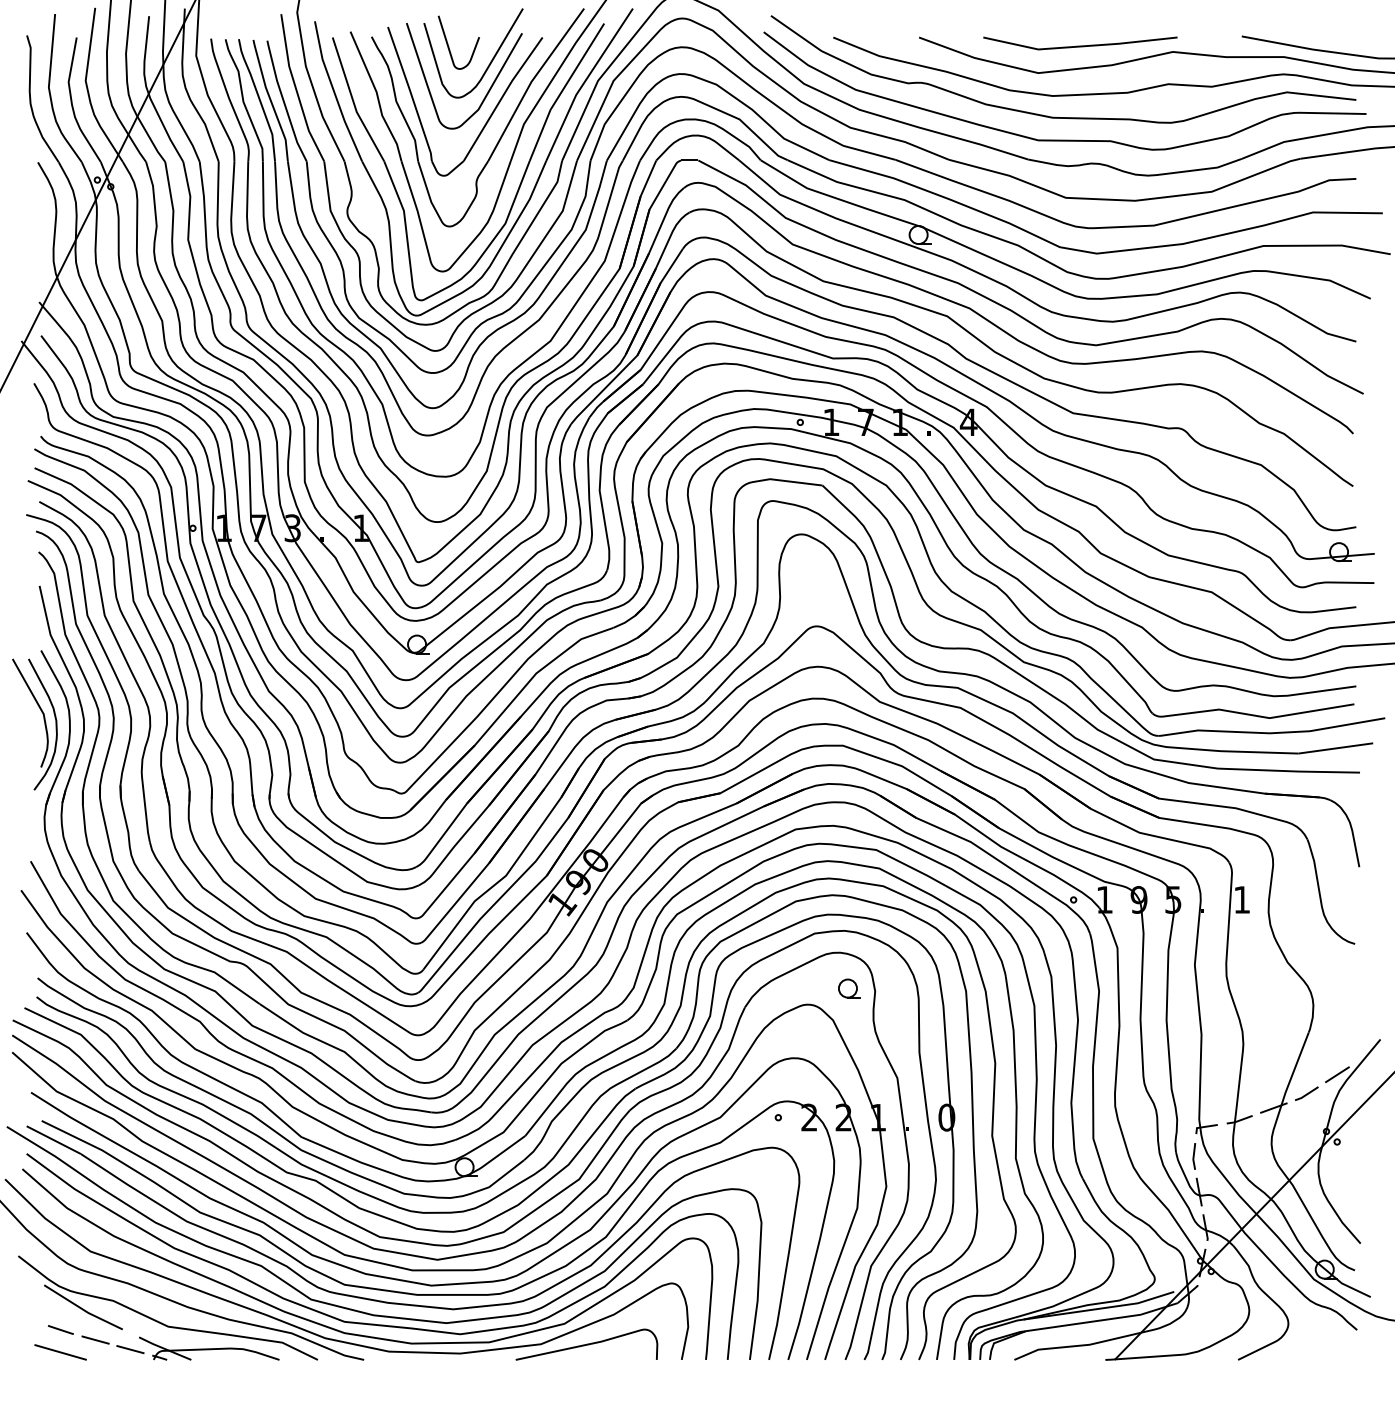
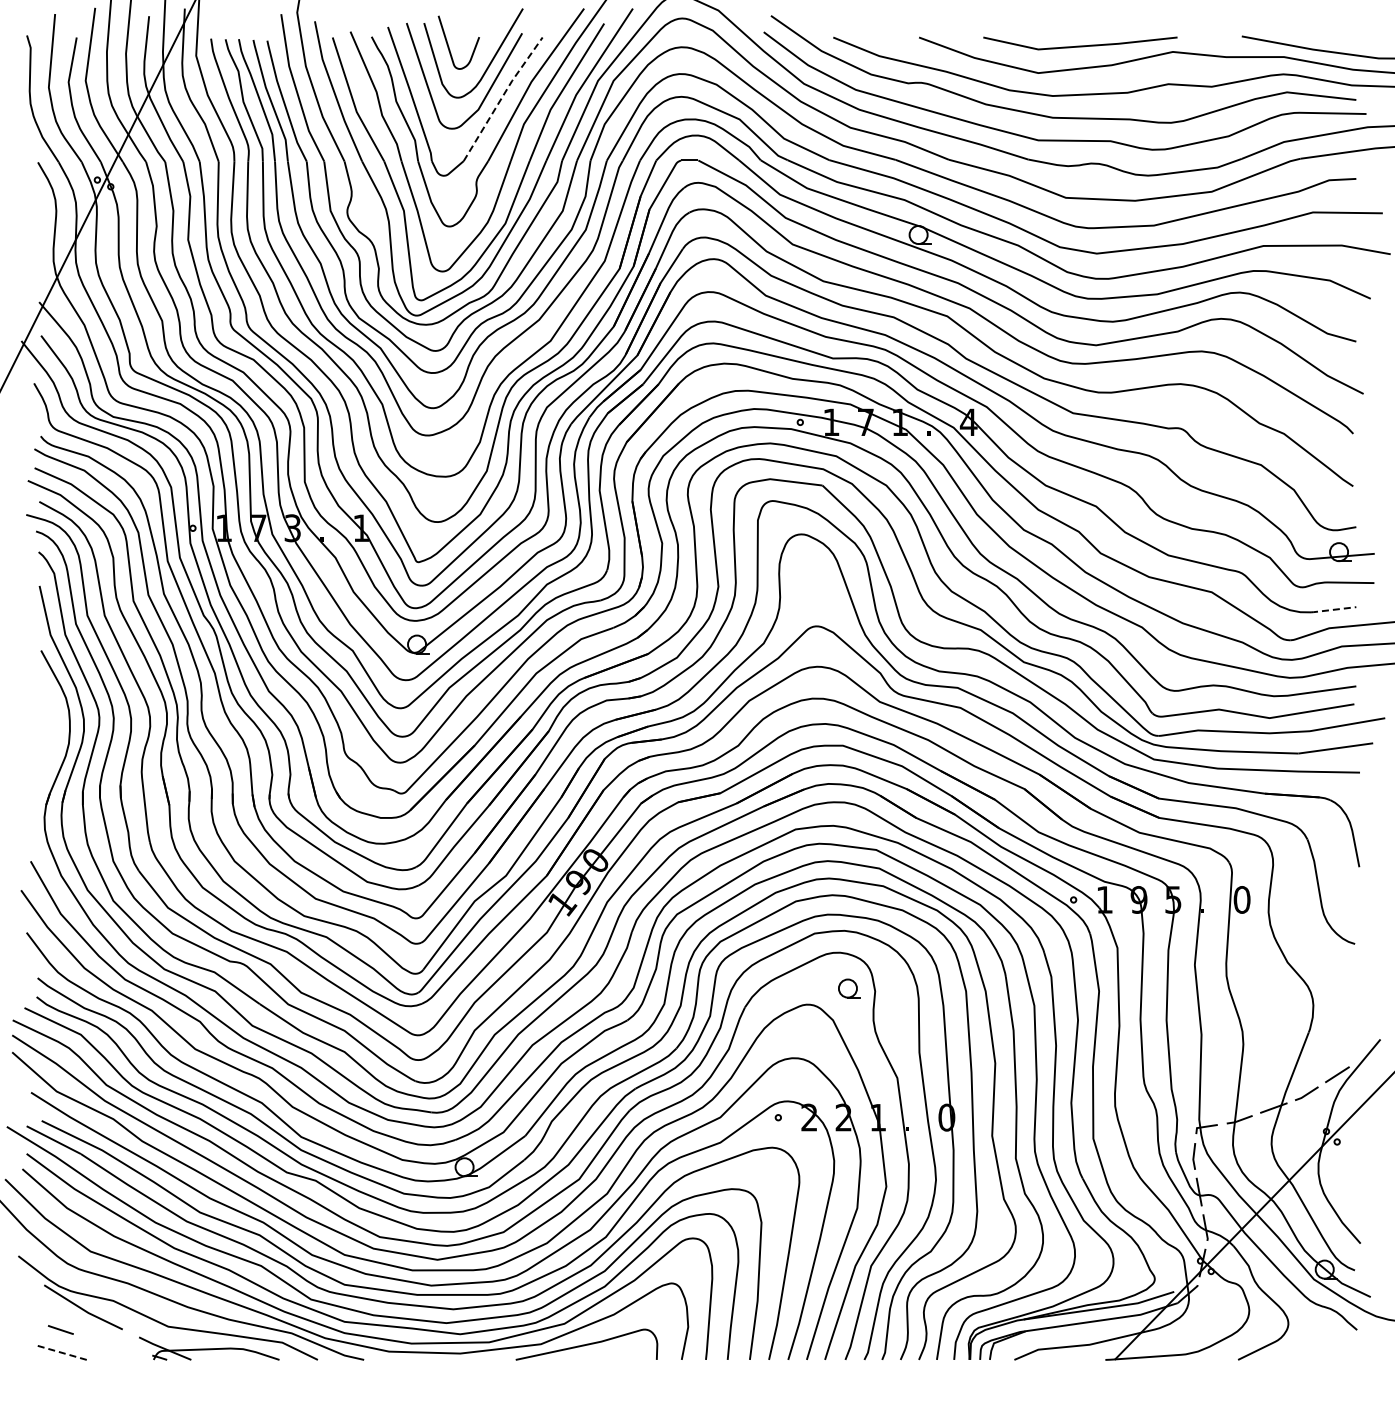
line at (501, 97): solid -> dashed
line at (1333, 609): solid -> dashed
part at (43, 720): present -> none
text at (1241, 899): 1 -> 0
line at (95, 1339): present -> none
line at (130, 1349): present -> none
line at (60, 1352): solid -> dashed
